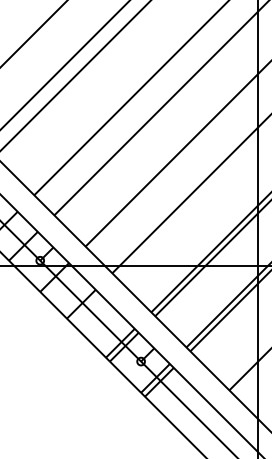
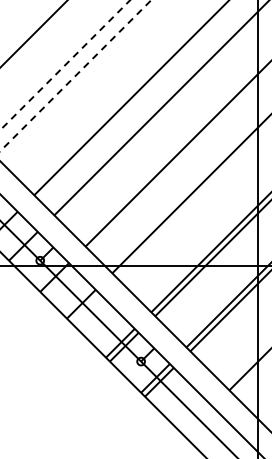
line at (65, 65): solid -> dashed
line at (75, 75): solid -> dashed
